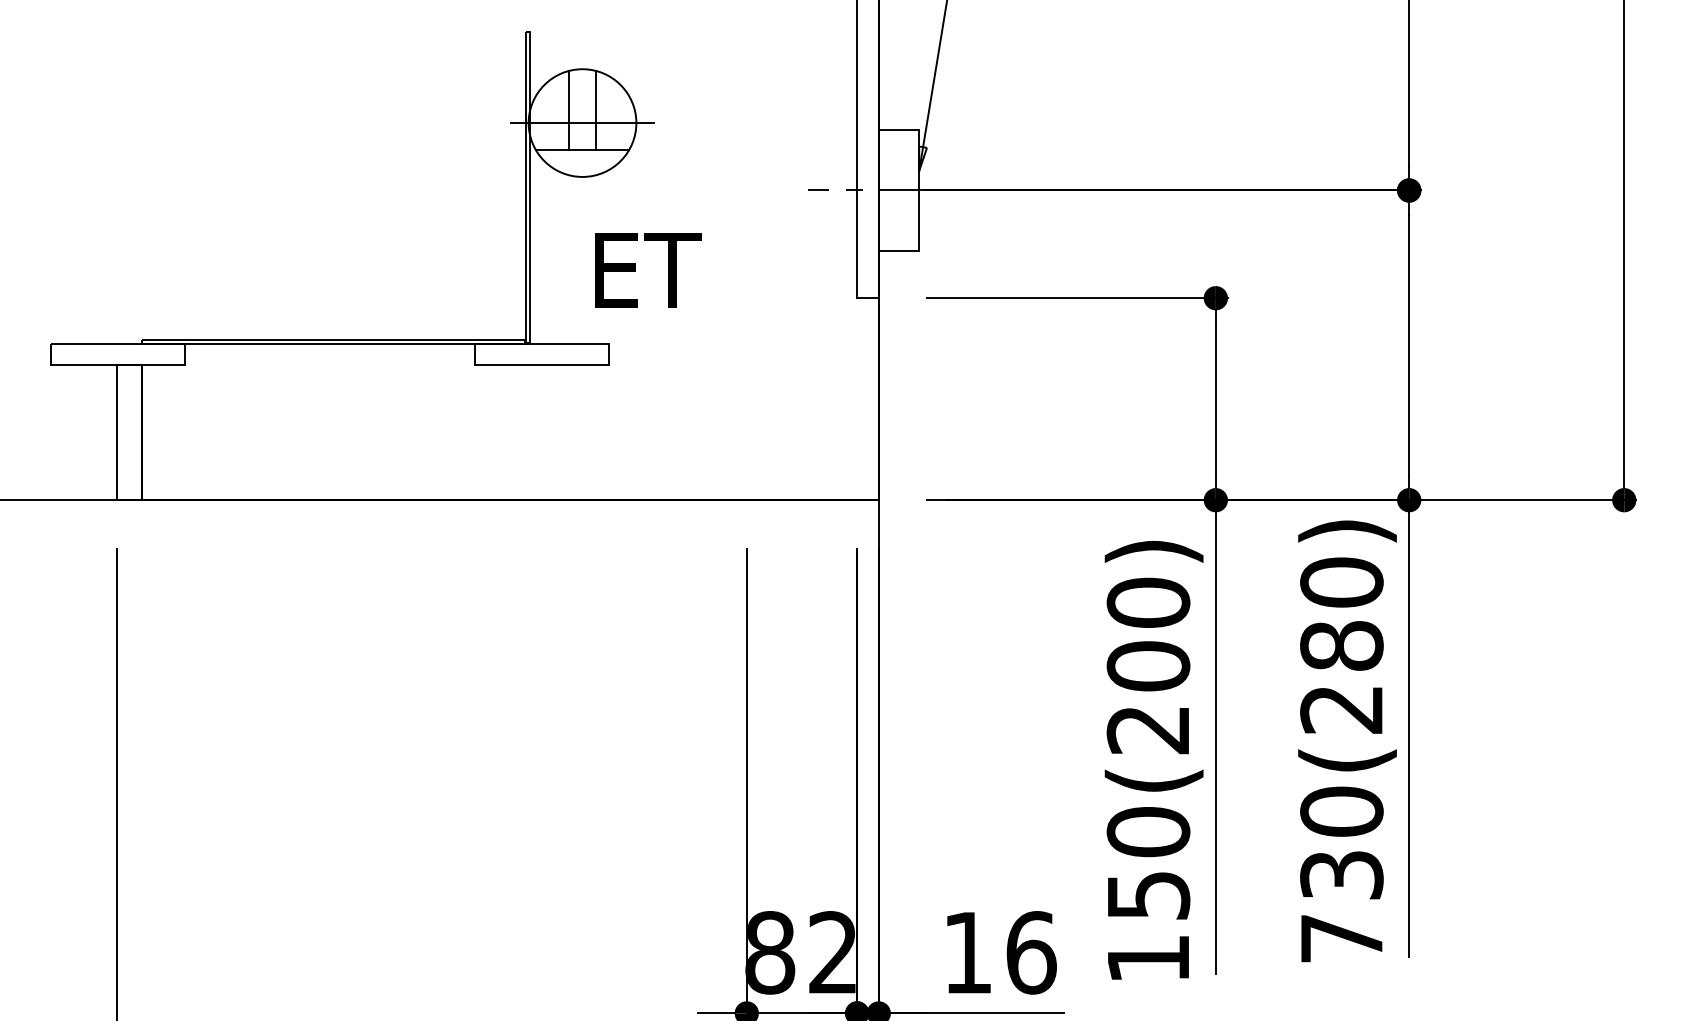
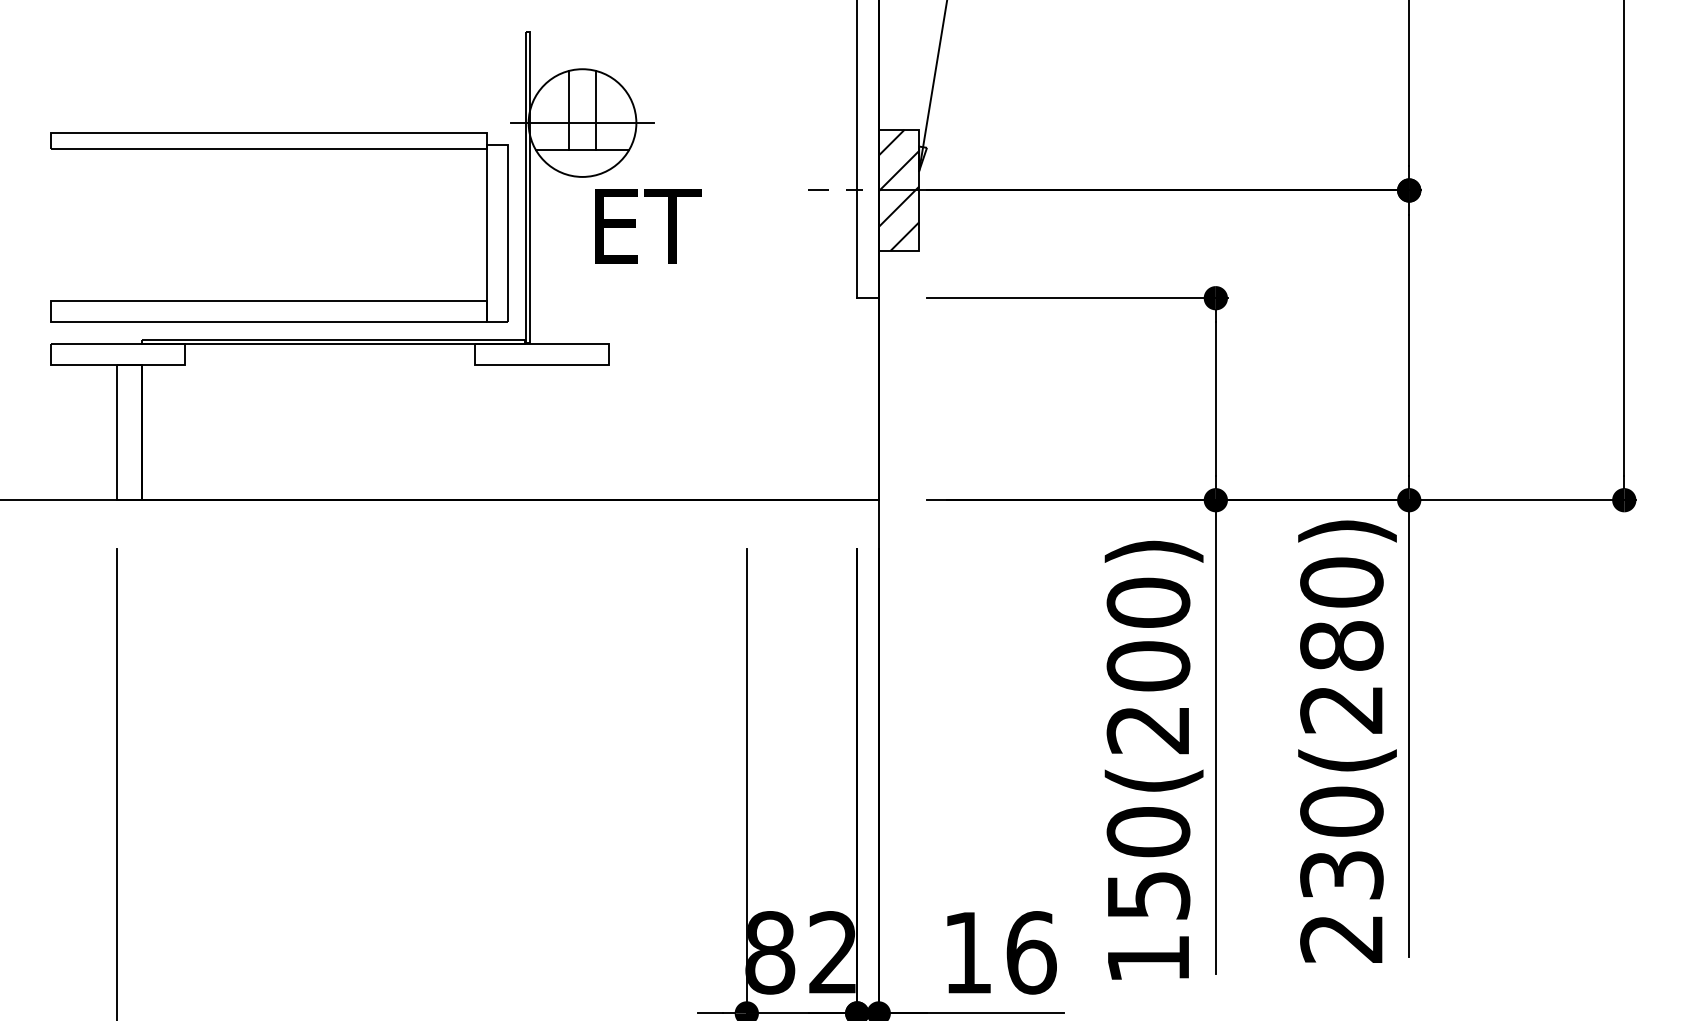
hatch at (898, 190): none -> present
text at (648, 270) position: (648, 270) -> (648, 226)
part at (279, 300): none -> present
text at (1341, 938): 730(280) -> 230(280)
